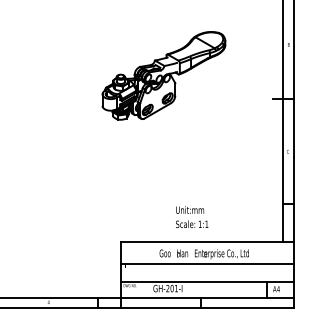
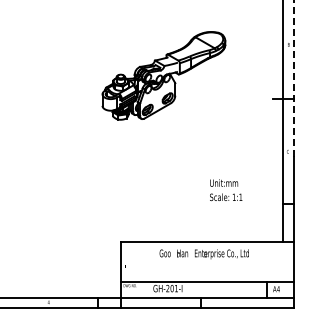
line at (293, 77): solid -> dashed
text at (192, 217) position: (192, 217) -> (226, 190)
line at (206, 263): present -> none
